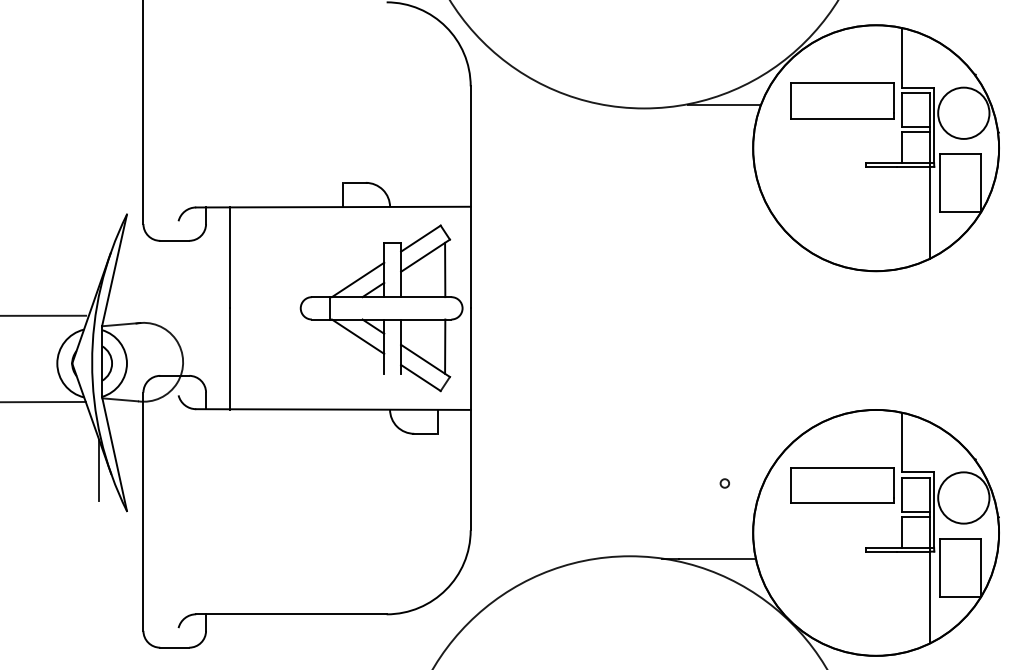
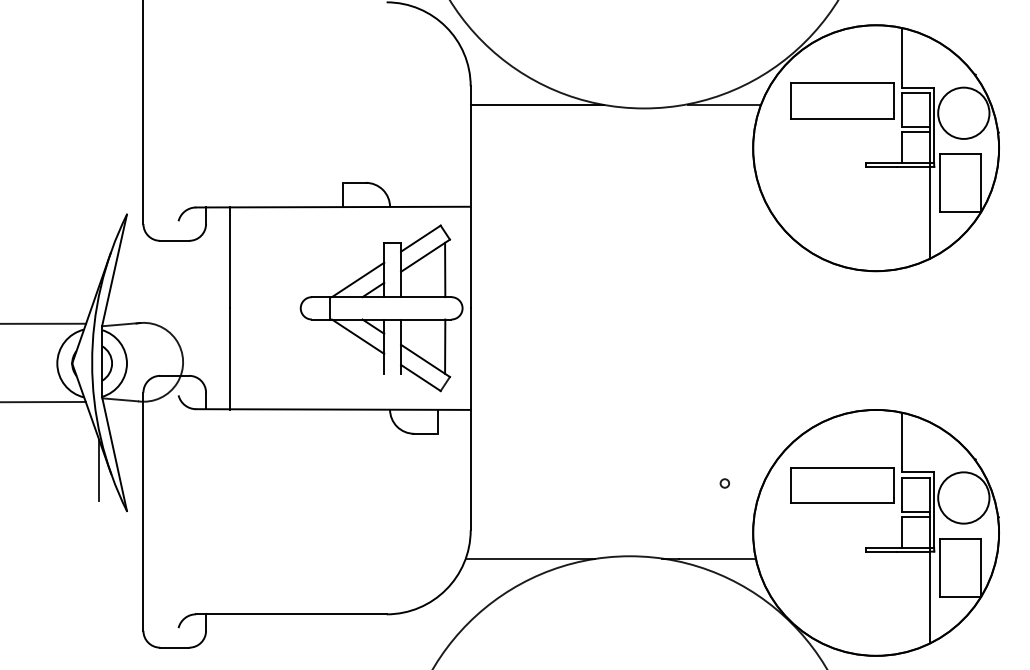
line at (537, 104): none -> present
line at (44, 315) position: (44, 315) -> (44, 323)
line at (530, 558): none -> present
